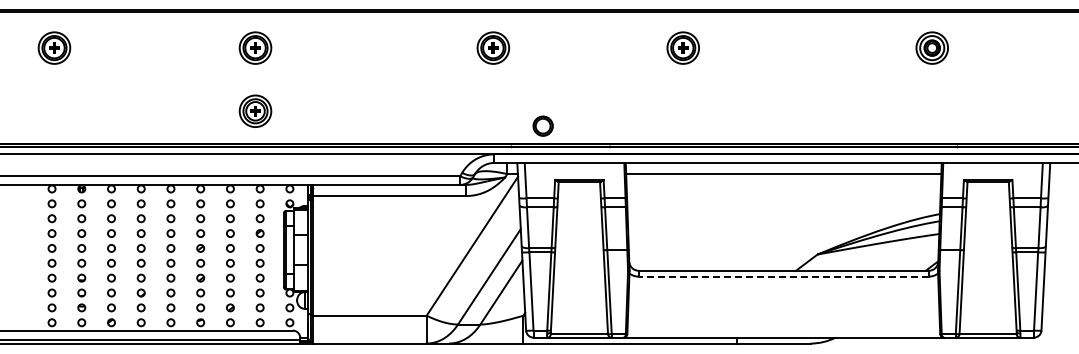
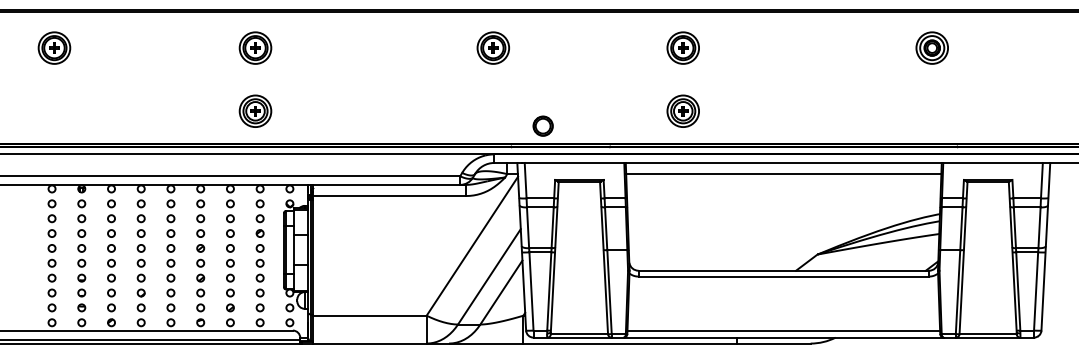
part at (682, 110): none -> present
line at (783, 276): dashed -> solid
line at (783, 330): none -> present
